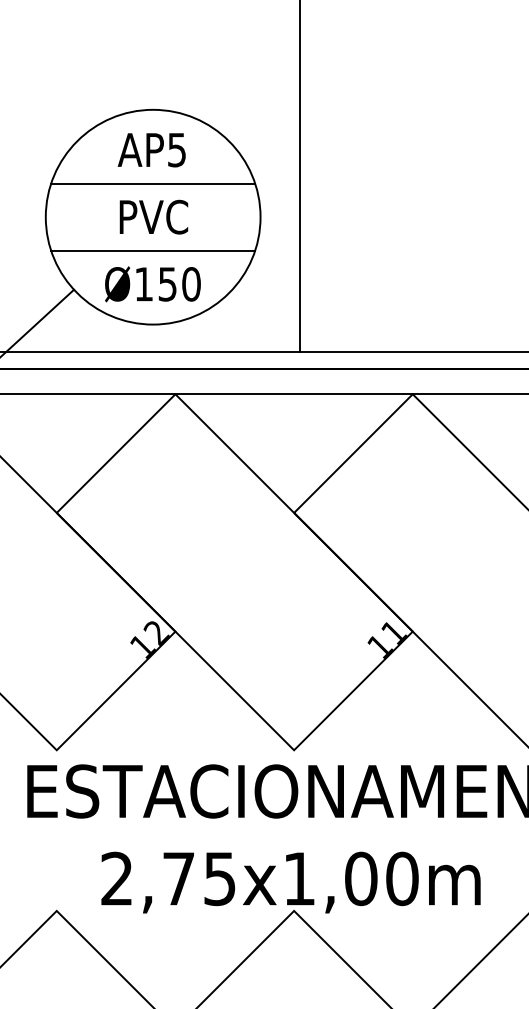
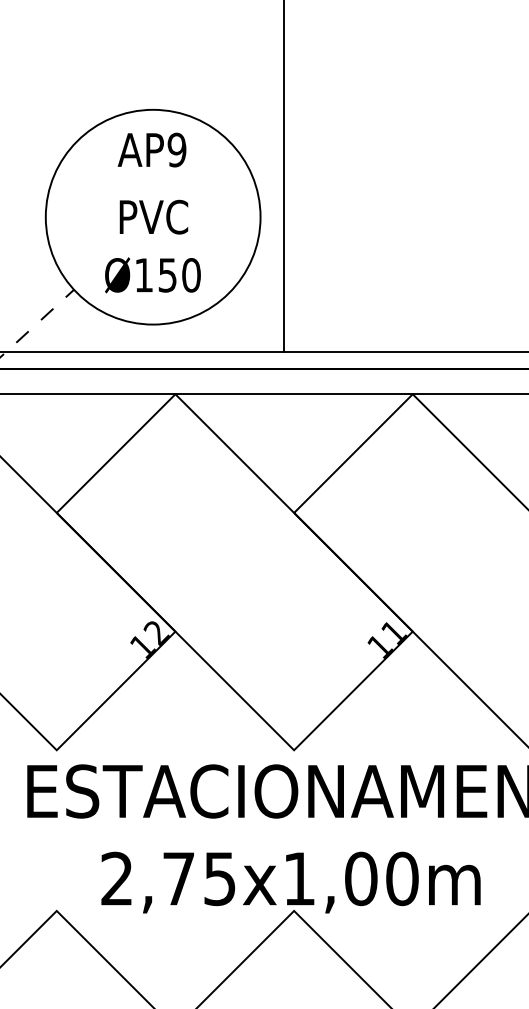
text at (176, 149): AP5 -> AP9
line at (299, 177) position: (299, 177) -> (283, 177)
line at (153, 183): present -> none
line at (153, 250): present -> none
text at (152, 284) position: (152, 284) -> (152, 275)
line at (37, 323): solid -> dashed
